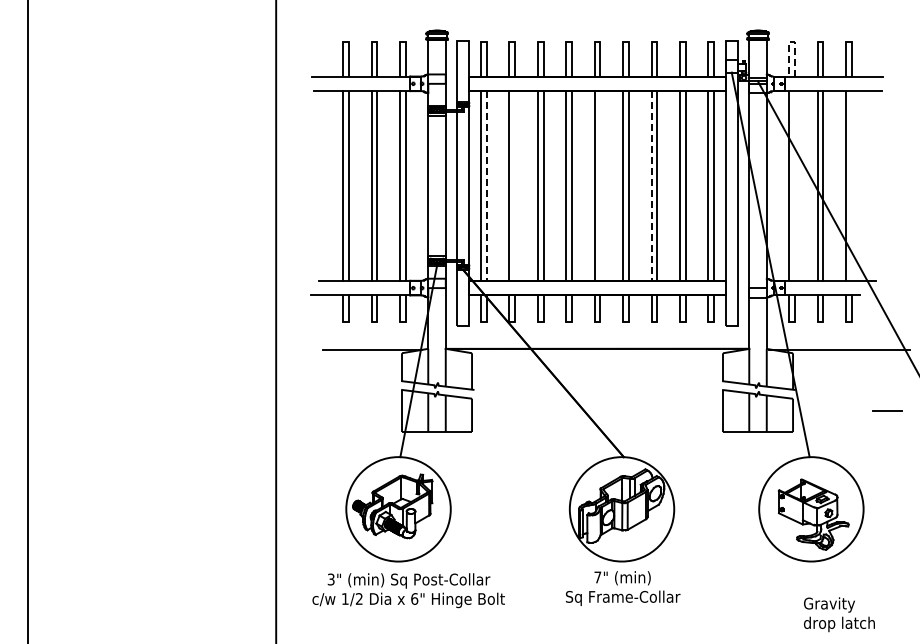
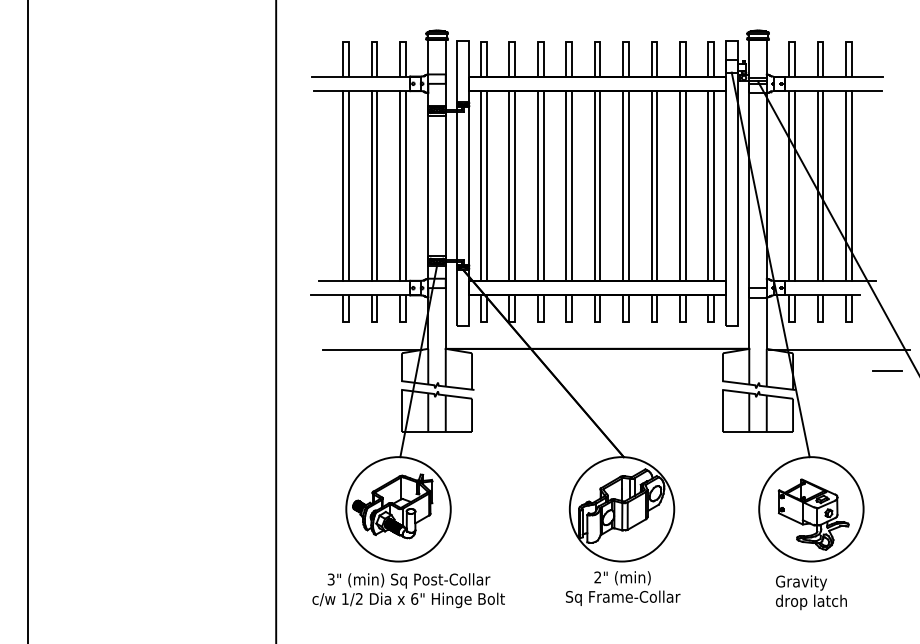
line at (792, 41): dashed -> solid
line at (515, 185): none -> present
line at (600, 185): none -> present
line at (794, 185): none -> present
line at (851, 185): none -> present
line at (486, 186): dashed -> solid
line at (651, 186): dashed -> solid
line at (887, 410) position: (887, 410) -> (887, 370)
text at (597, 577): 7" -> 2"
text at (839, 614) position: (839, 614) -> (811, 592)
